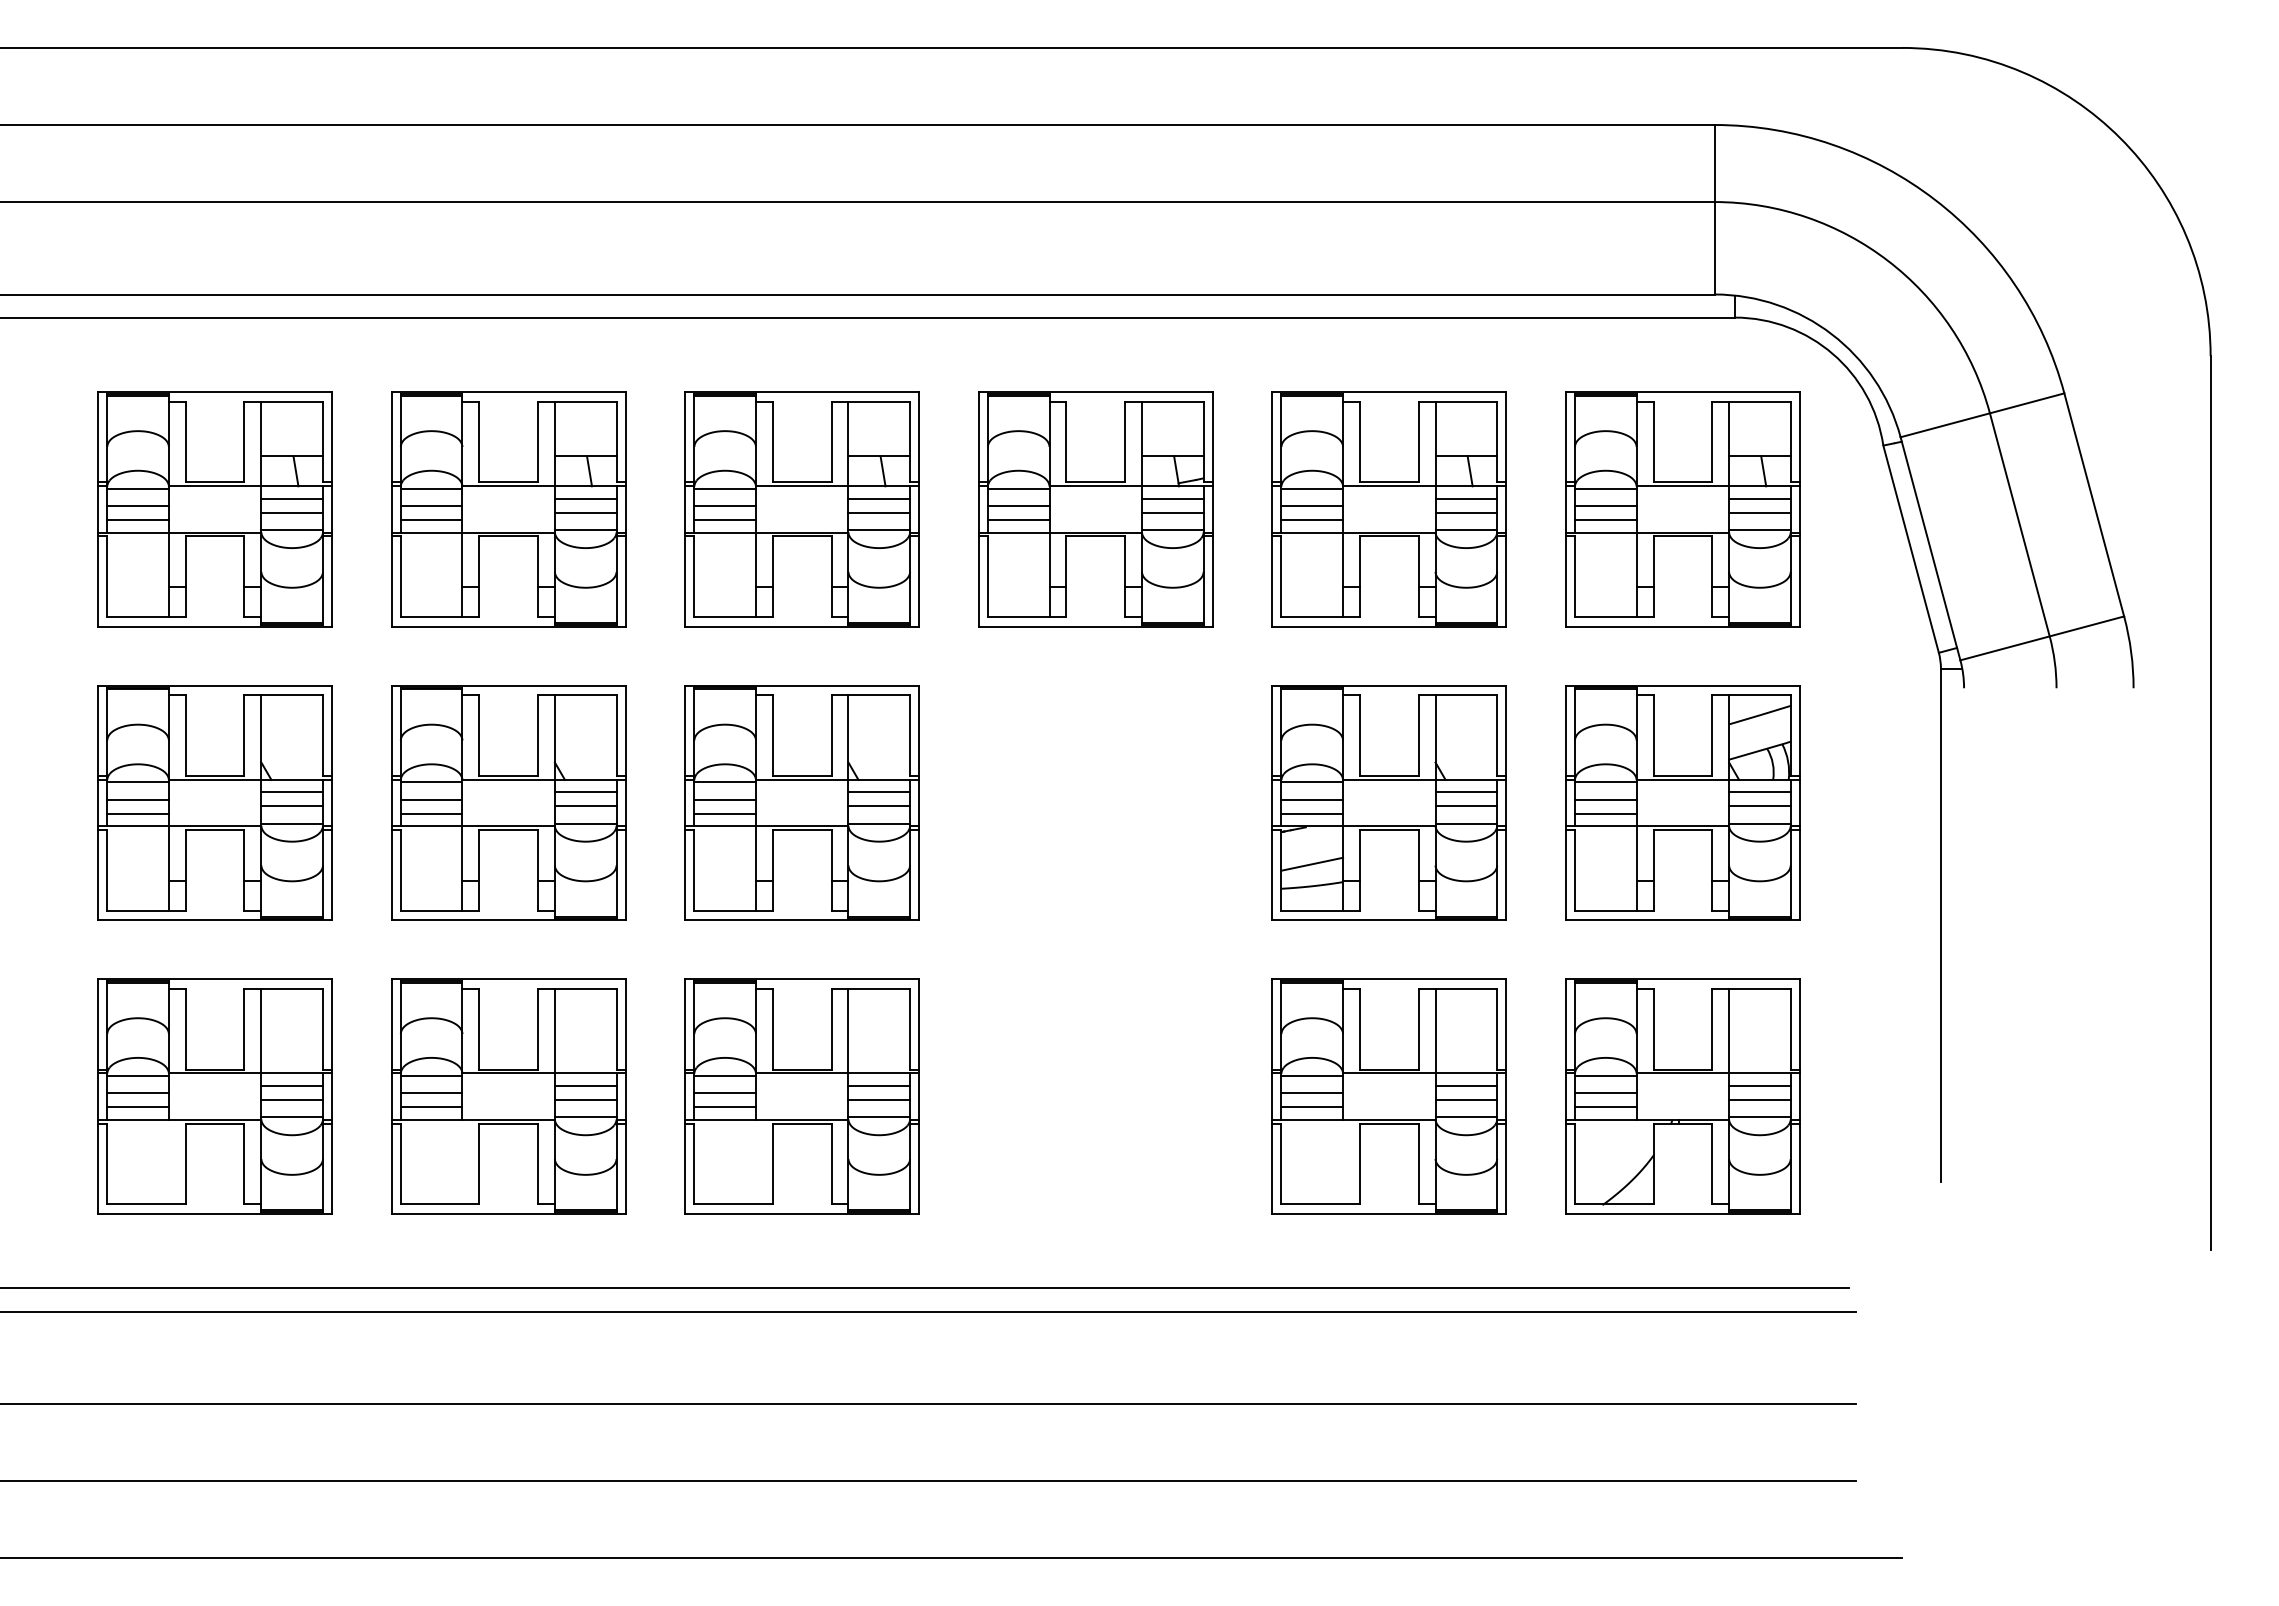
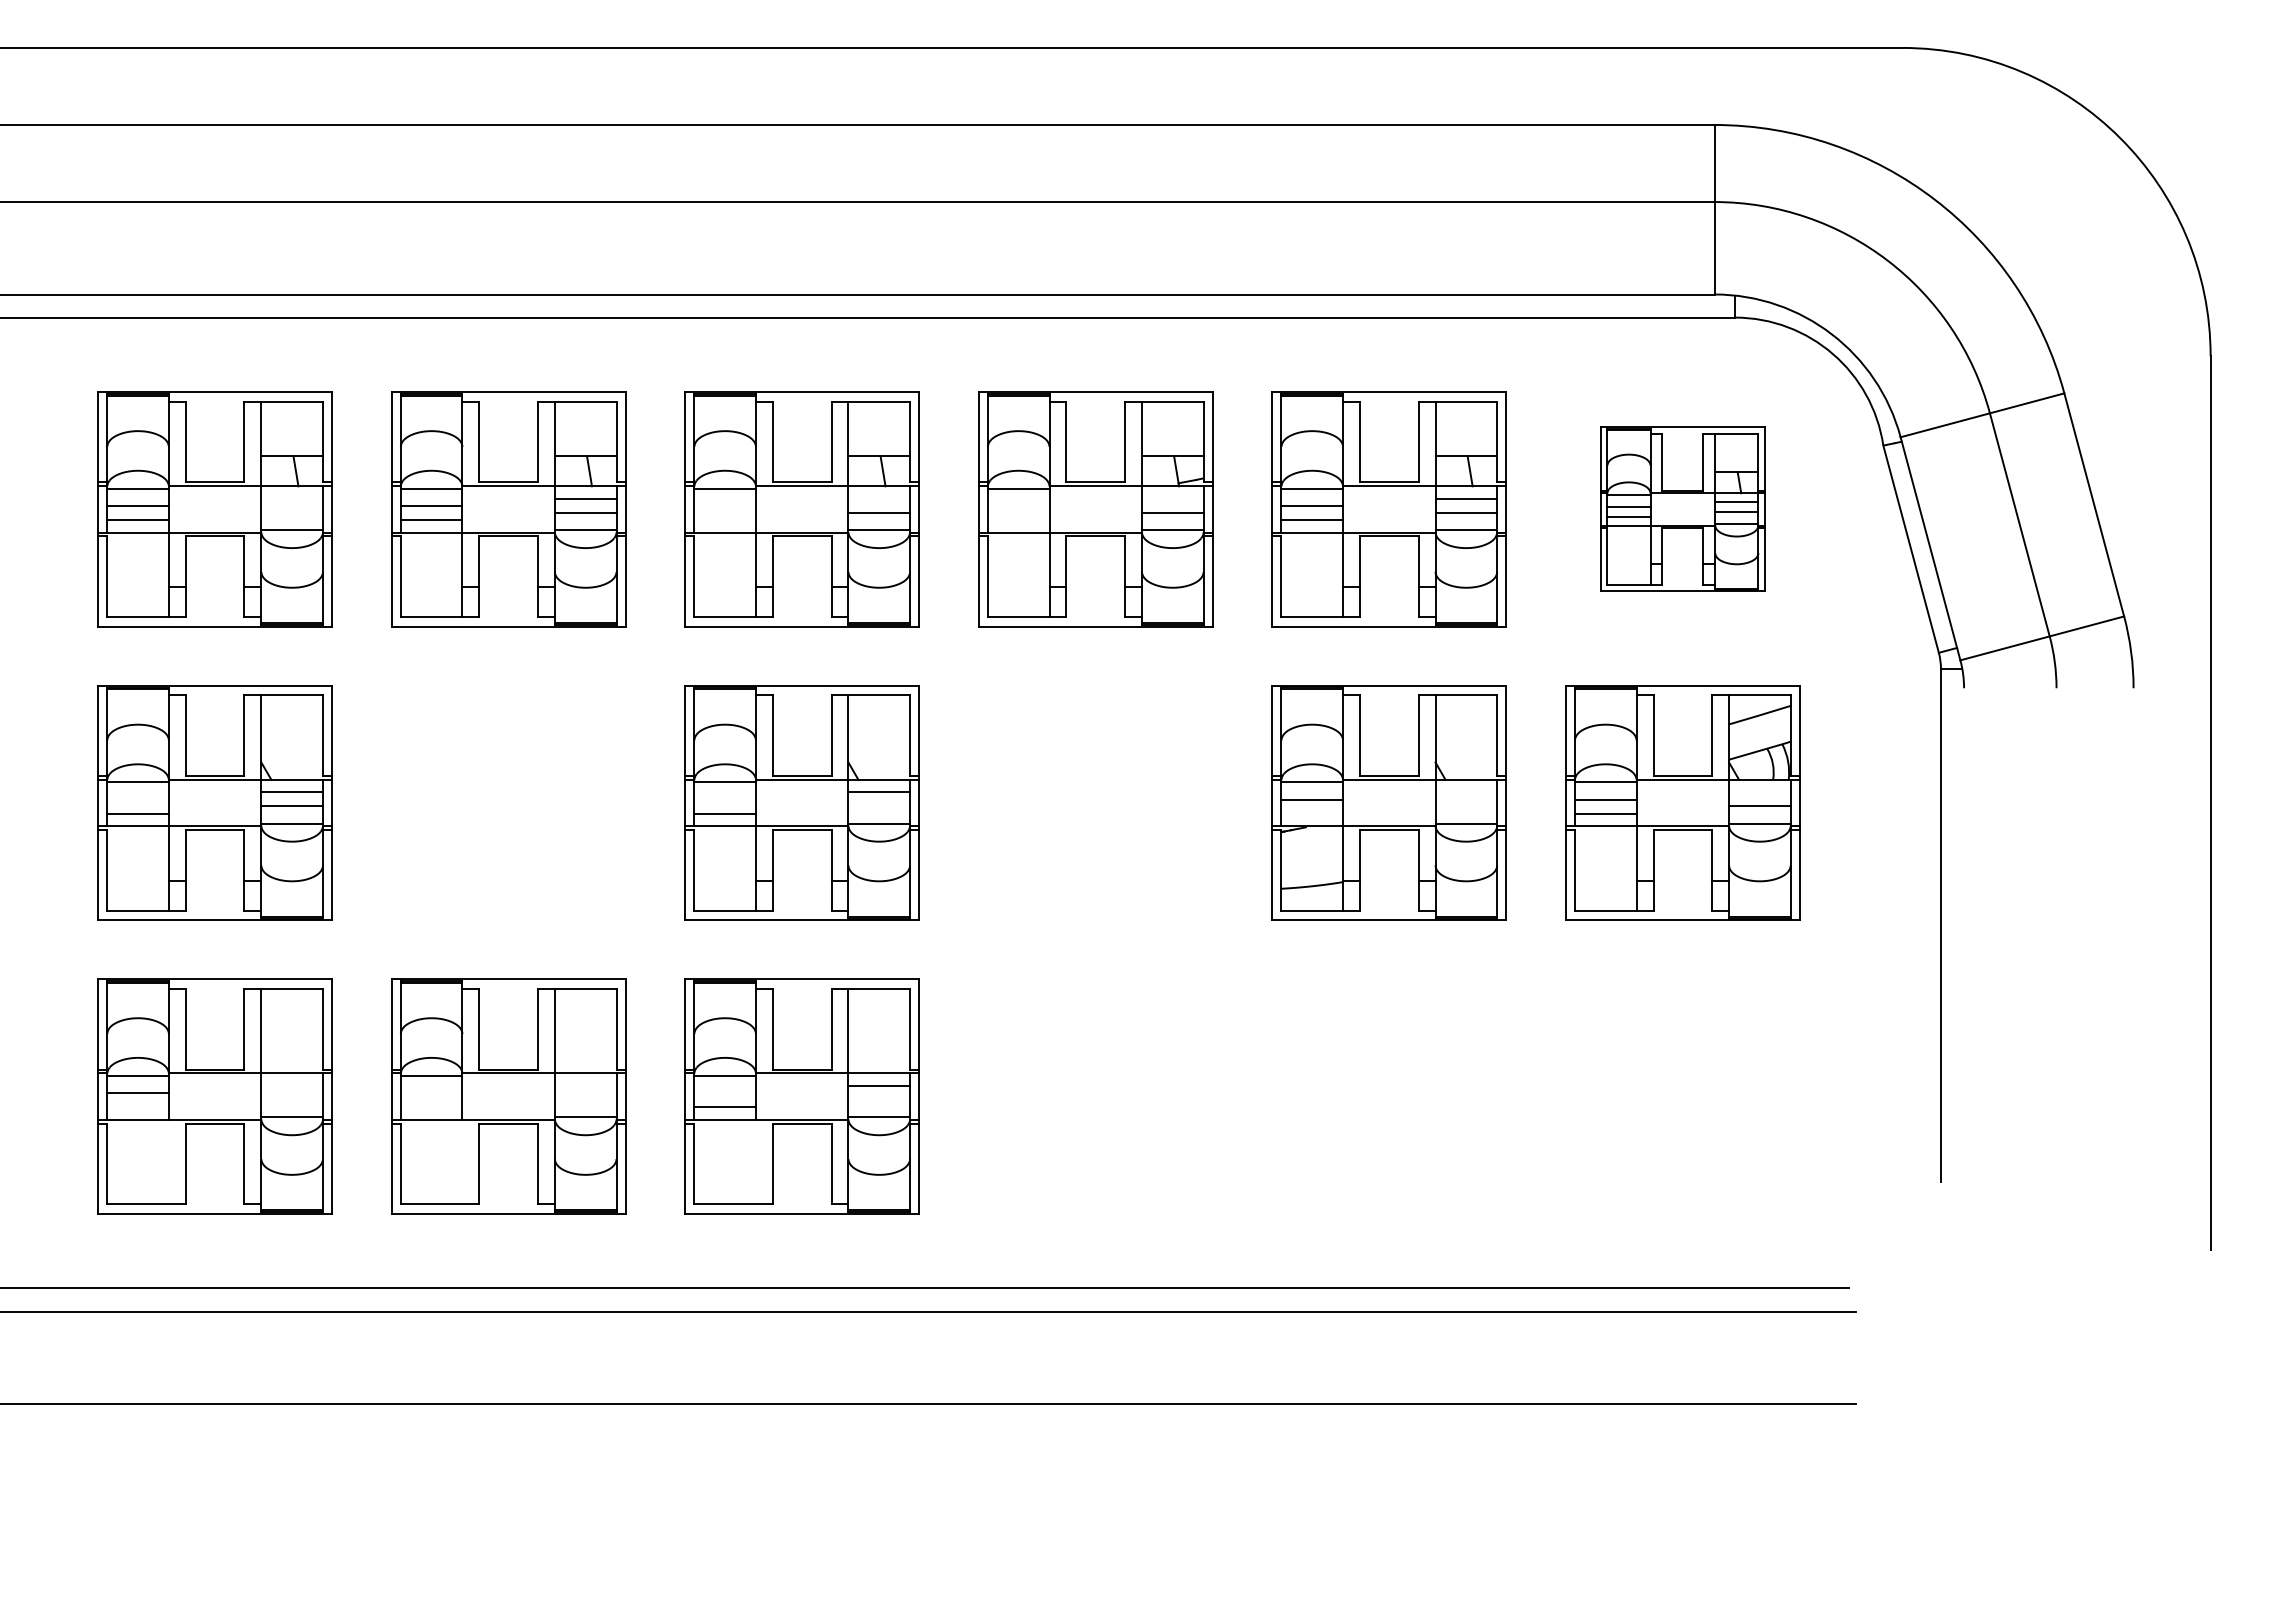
line at (292, 498): present -> none
line at (879, 498): present -> none
line at (1172, 498): present -> none
line at (724, 506): present -> none
line at (1018, 506): present -> none
part at (1682, 509) size: 236x237 px -> 166x166 px
line at (292, 512): present -> none
line at (724, 520): present -> none
line at (1018, 520): present -> none
line at (1466, 792): present -> none
line at (1759, 792): present -> none
line at (137, 799): present -> none
line at (725, 799): present -> none
part at (508, 802): present -> none
line at (879, 806): present -> none
line at (1466, 806): present -> none
line at (1312, 813): present -> none
line at (1312, 863): present -> none
line at (292, 1085): present -> none
line at (585, 1085): present -> none
line at (431, 1093): present -> none
line at (725, 1093): present -> none
part at (1388, 1096): present -> none
part at (1682, 1096): present -> none
line at (292, 1099): present -> none
line at (585, 1099): present -> none
line at (879, 1099): present -> none
line at (137, 1107): present -> none
line at (431, 1107): present -> none
line at (929, 1481): present -> none
line at (952, 1558): present -> none
